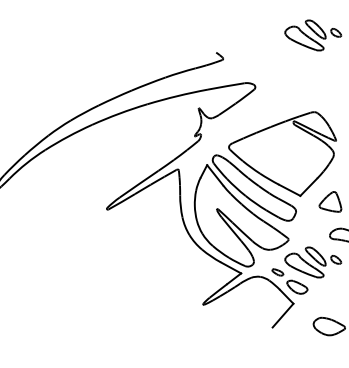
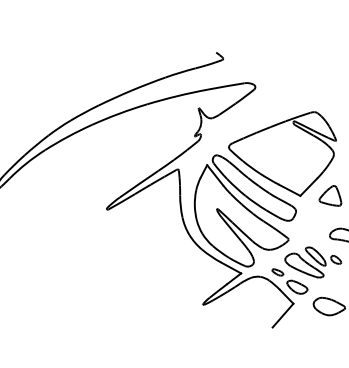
part at (313, 35): present -> none
part at (330, 201) position: (330, 201) -> (330, 195)
part at (328, 326) position: (328, 326) -> (328, 306)
